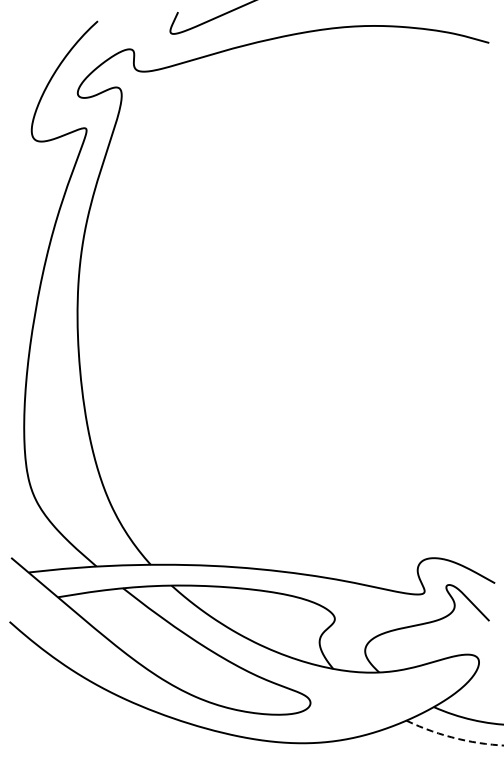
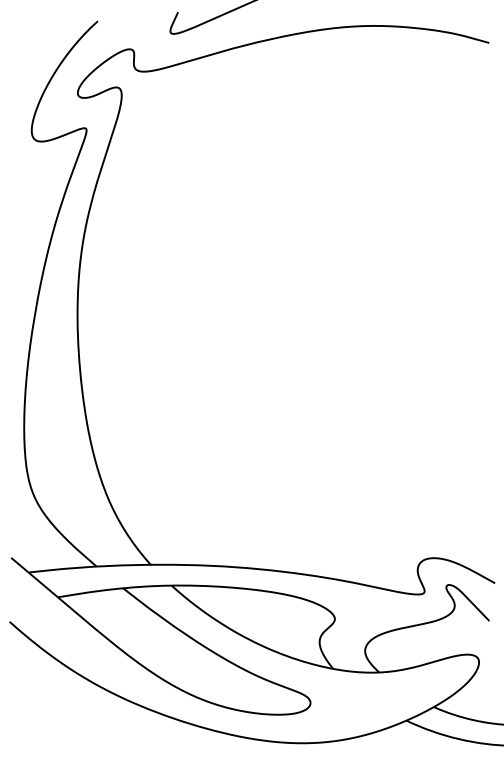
arc at (454, 738): dashed -> solid
